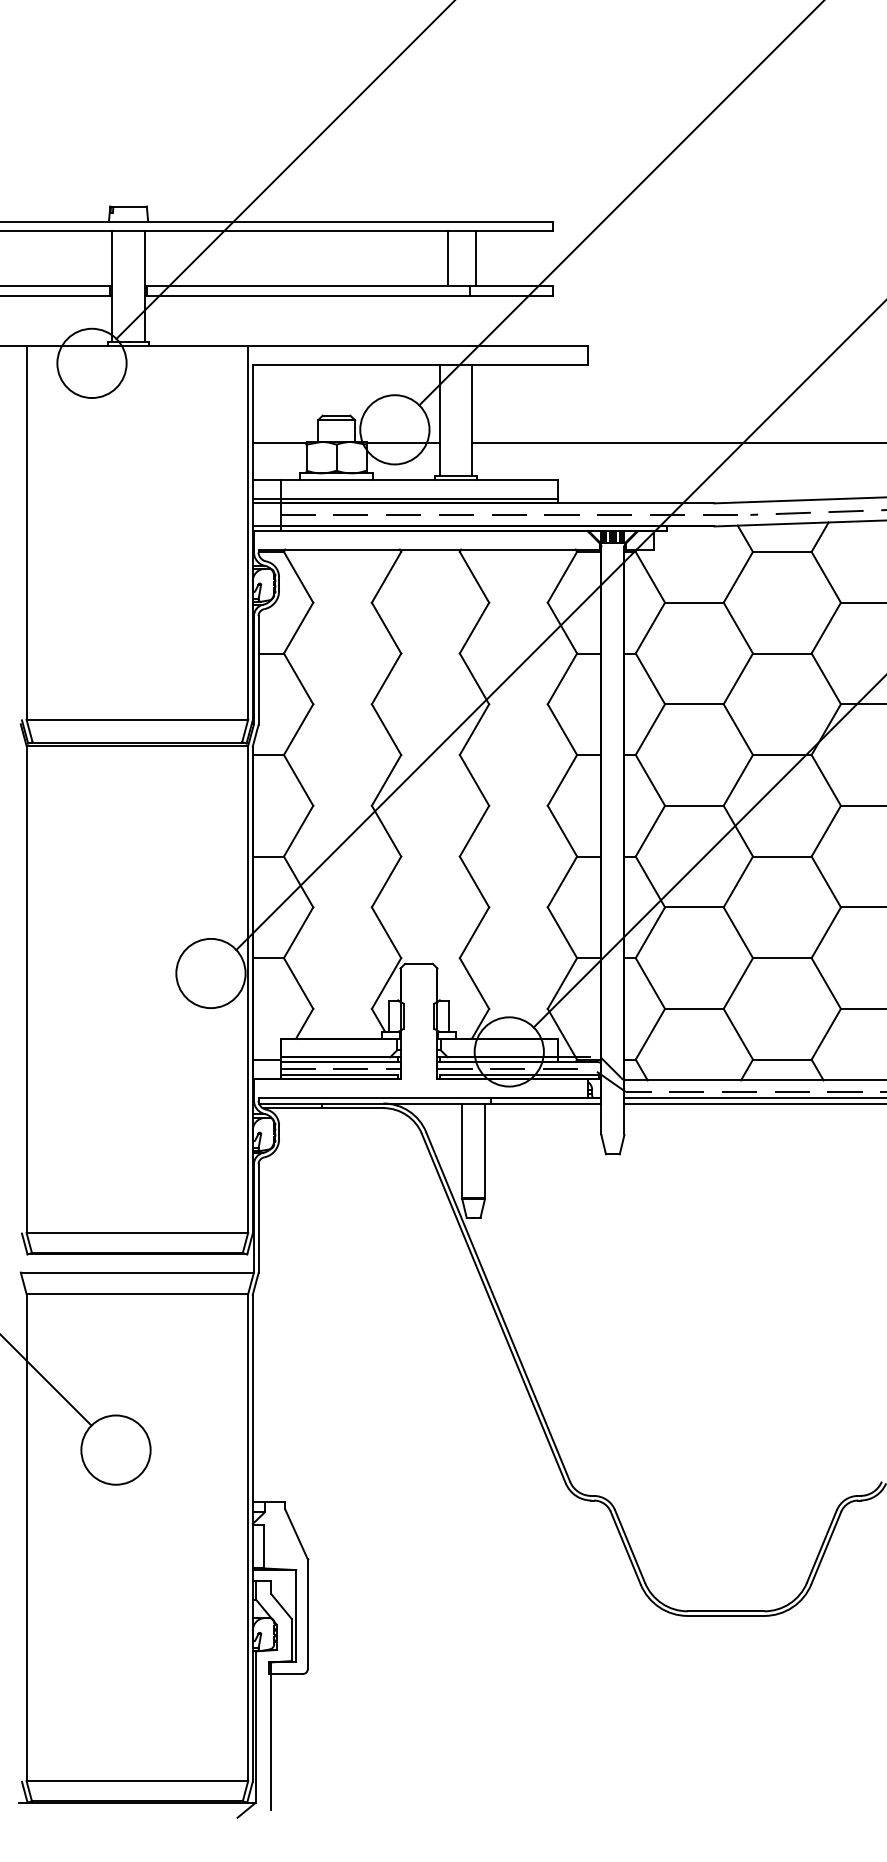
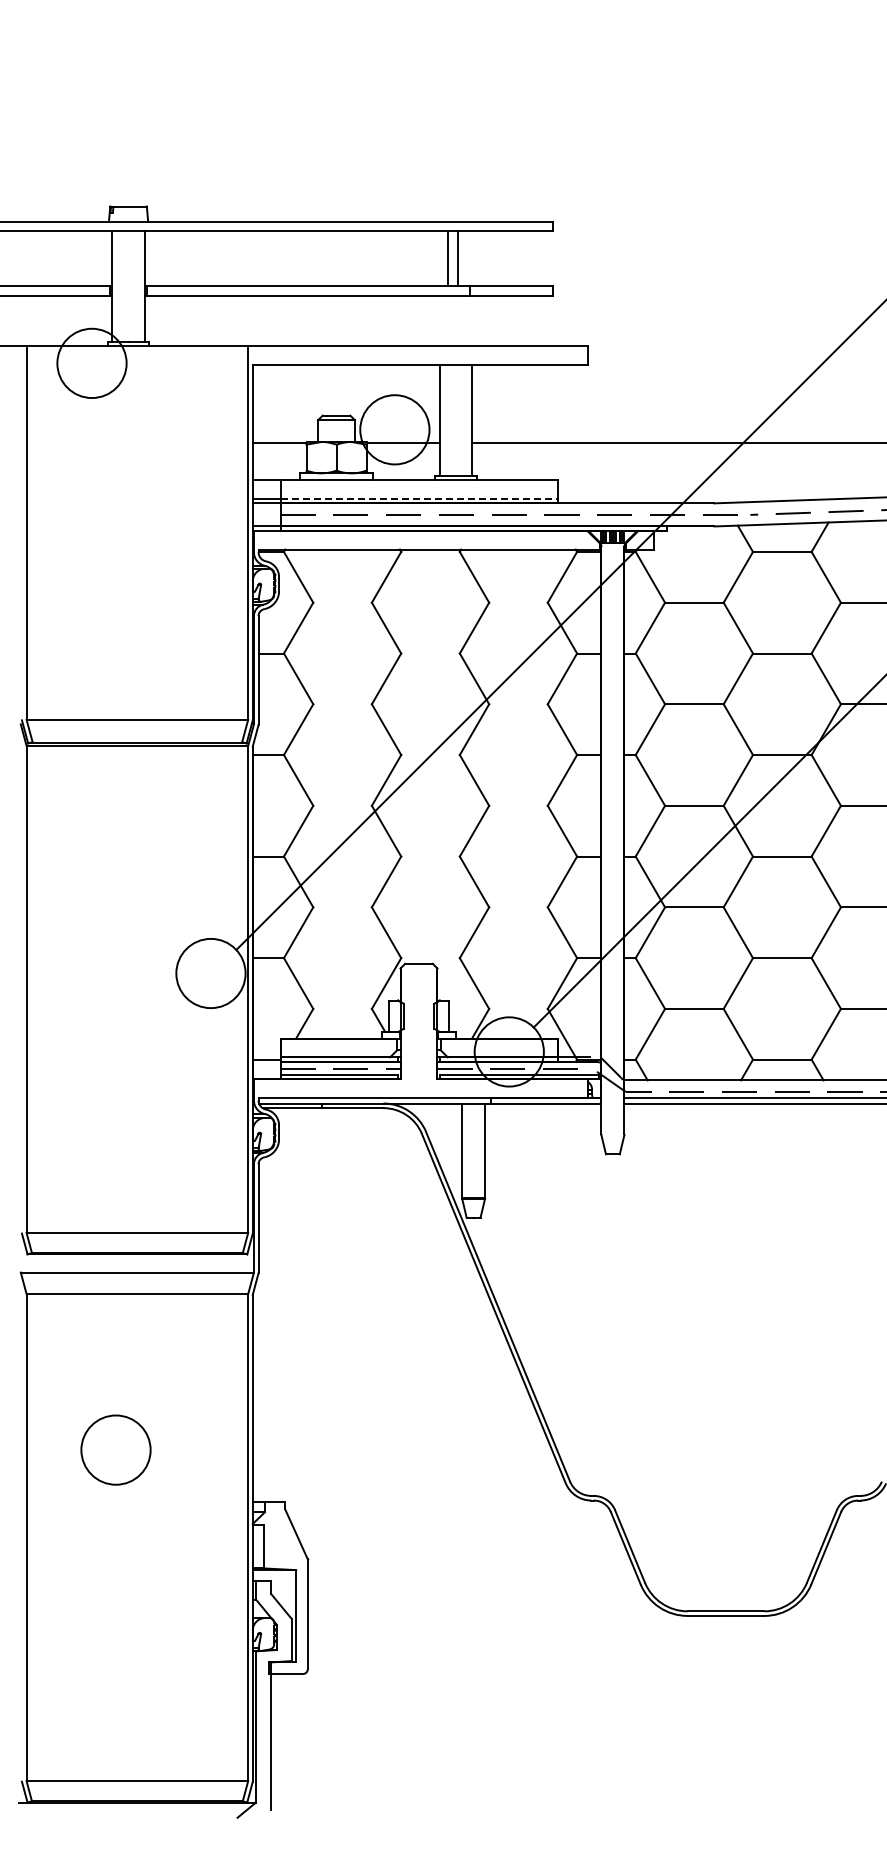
line at (284, 170): present -> none
line at (620, 203): present -> none
line at (475, 258) position: (475, 258) -> (457, 258)
line at (419, 498): solid -> dashed
line at (46, 1380): present -> none
